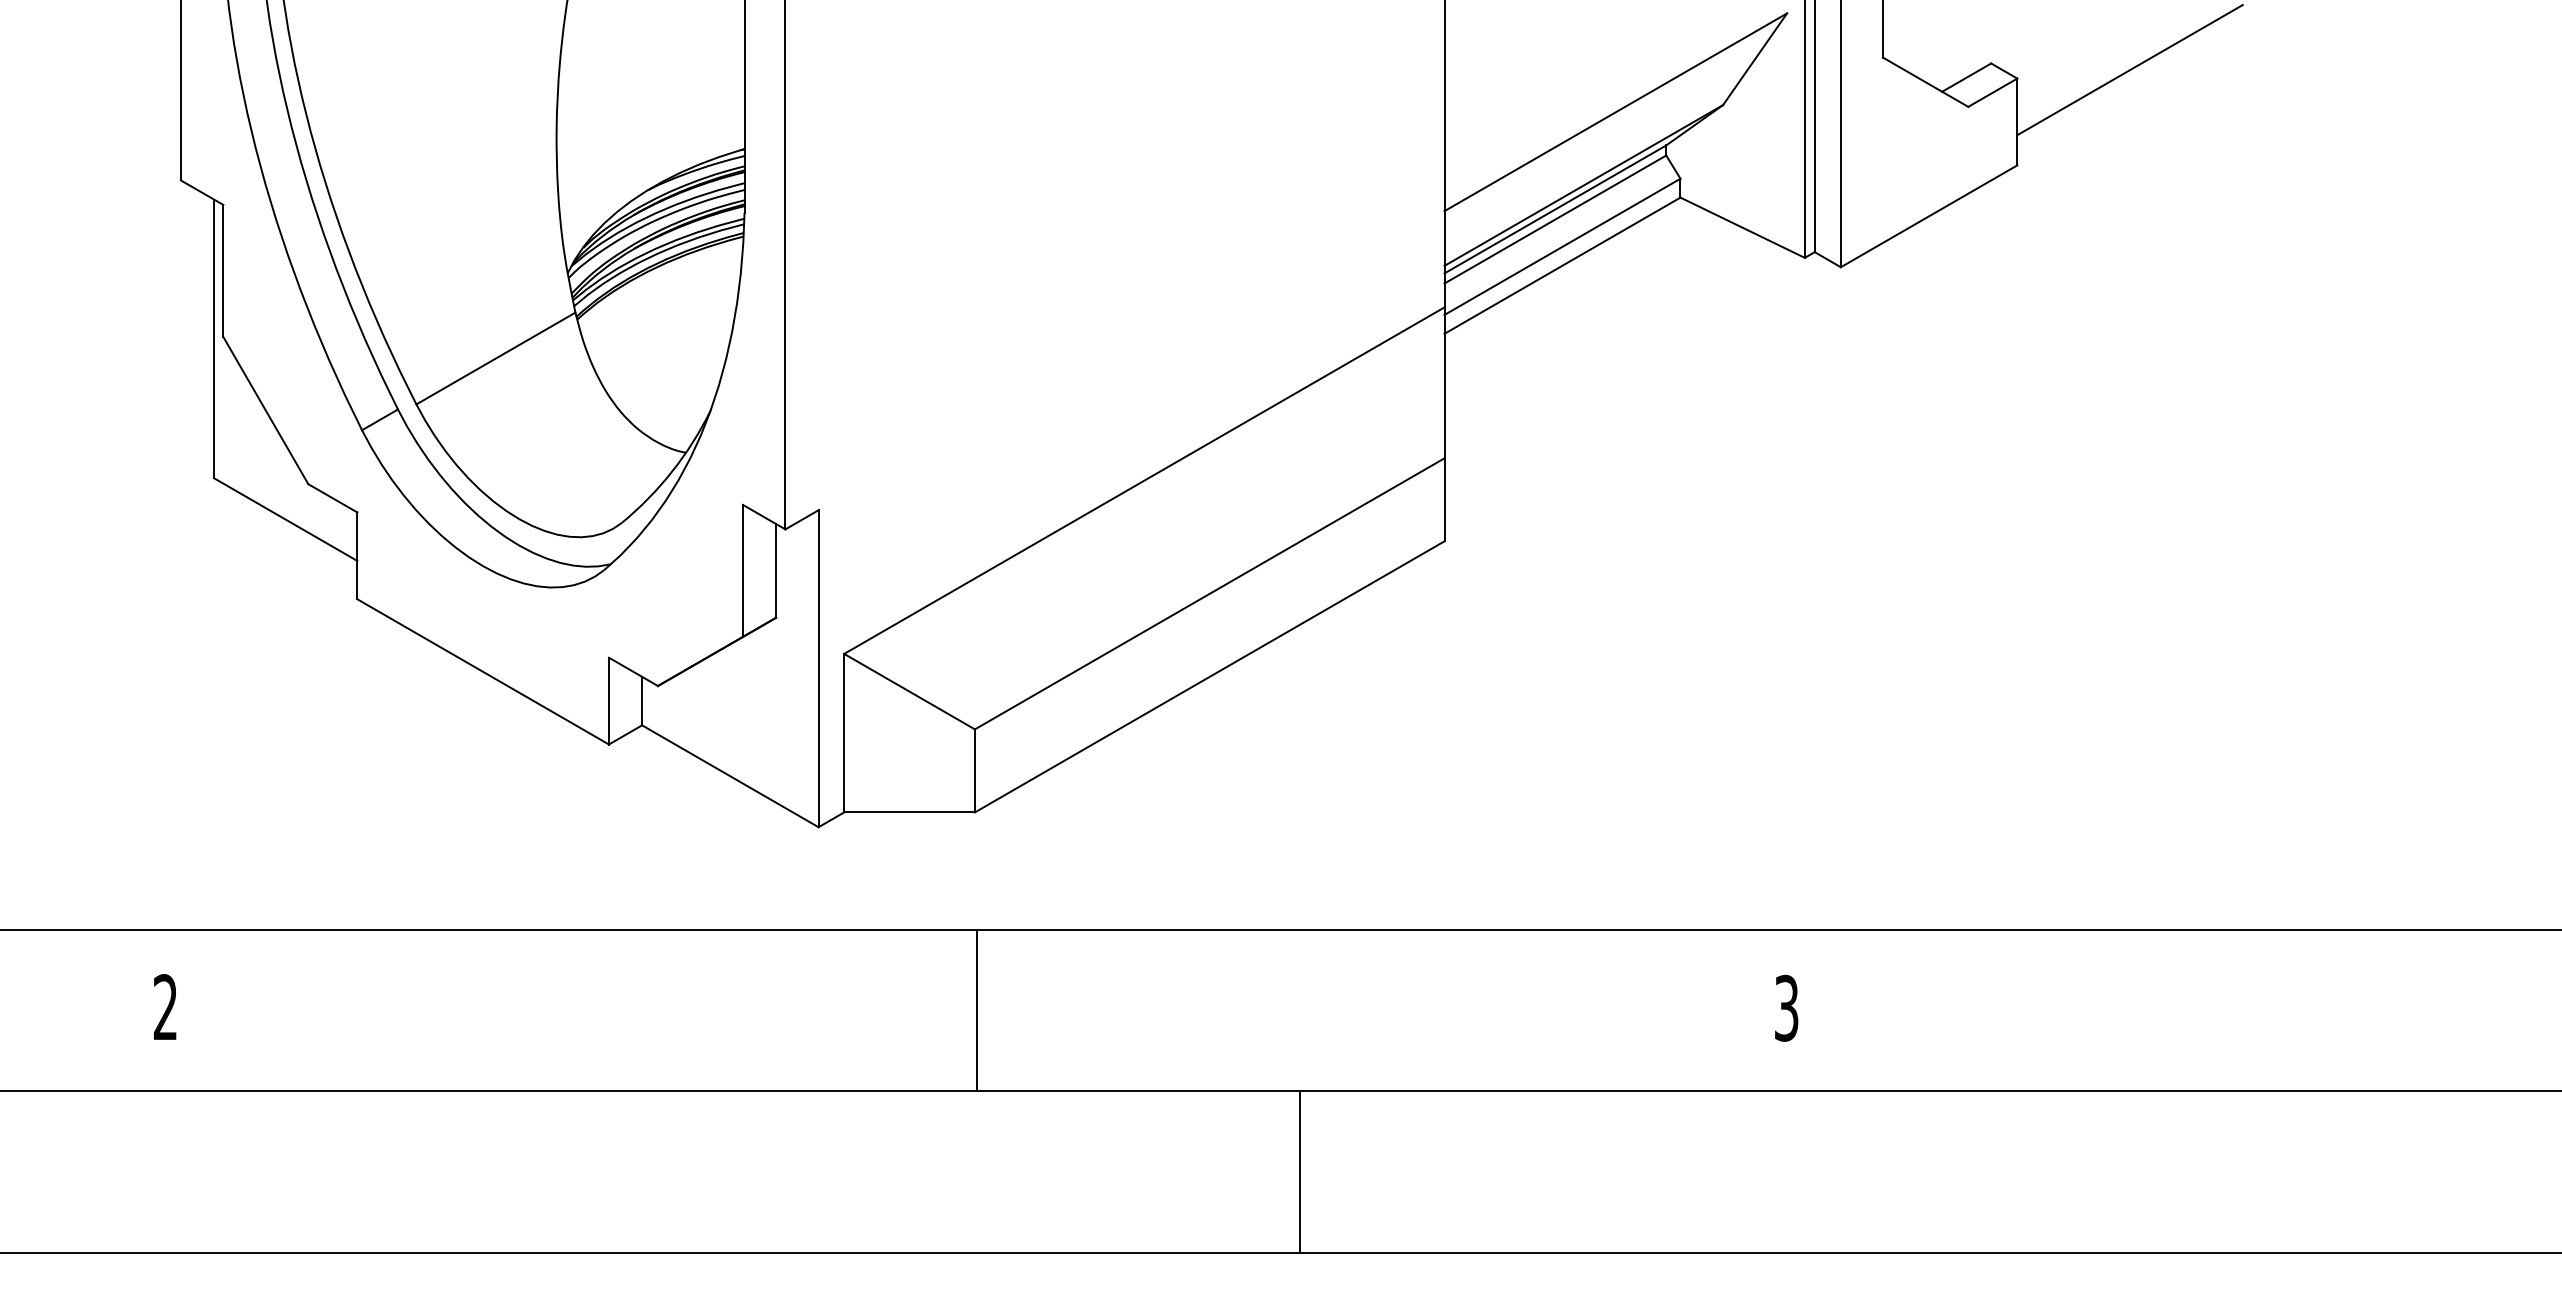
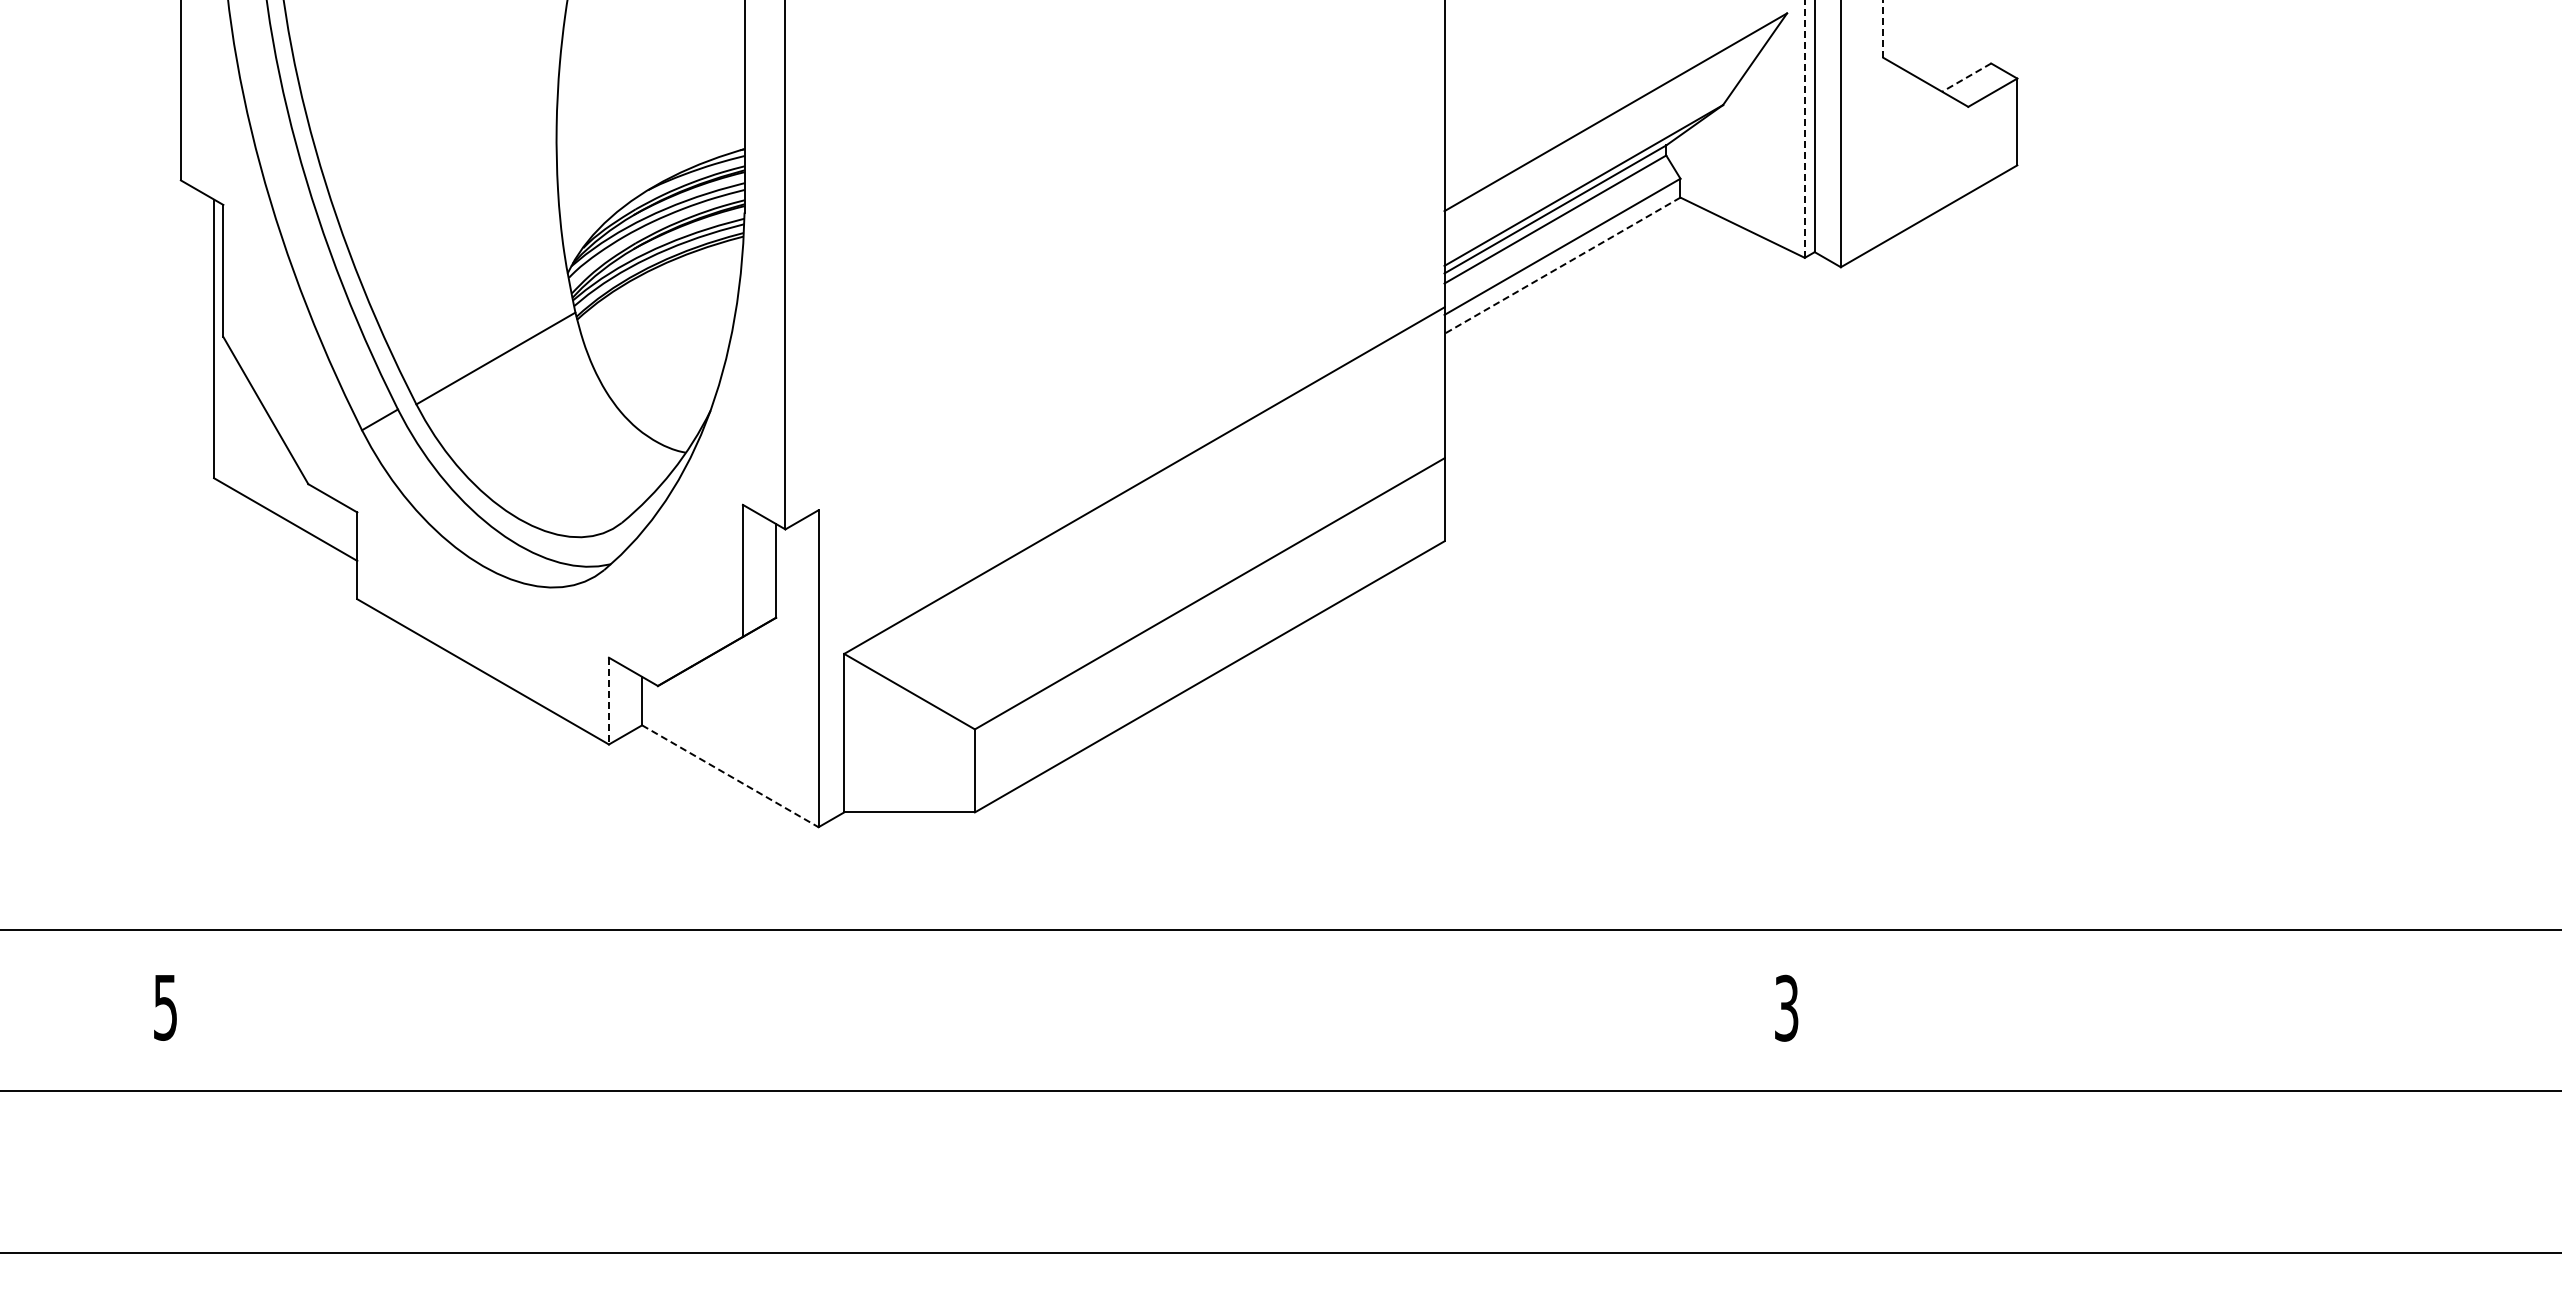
line at (1883, 29): solid -> dashed
line at (2129, 70): present -> none
line at (1966, 77): solid -> dashed
line at (1804, 128): solid -> dashed
line at (1562, 265): solid -> dashed
line at (608, 701): solid -> dashed
line at (730, 776): solid -> dashed
text at (165, 1007): 2 -> 5
line at (976, 1010): present -> none
line at (1300, 1172): present -> none
